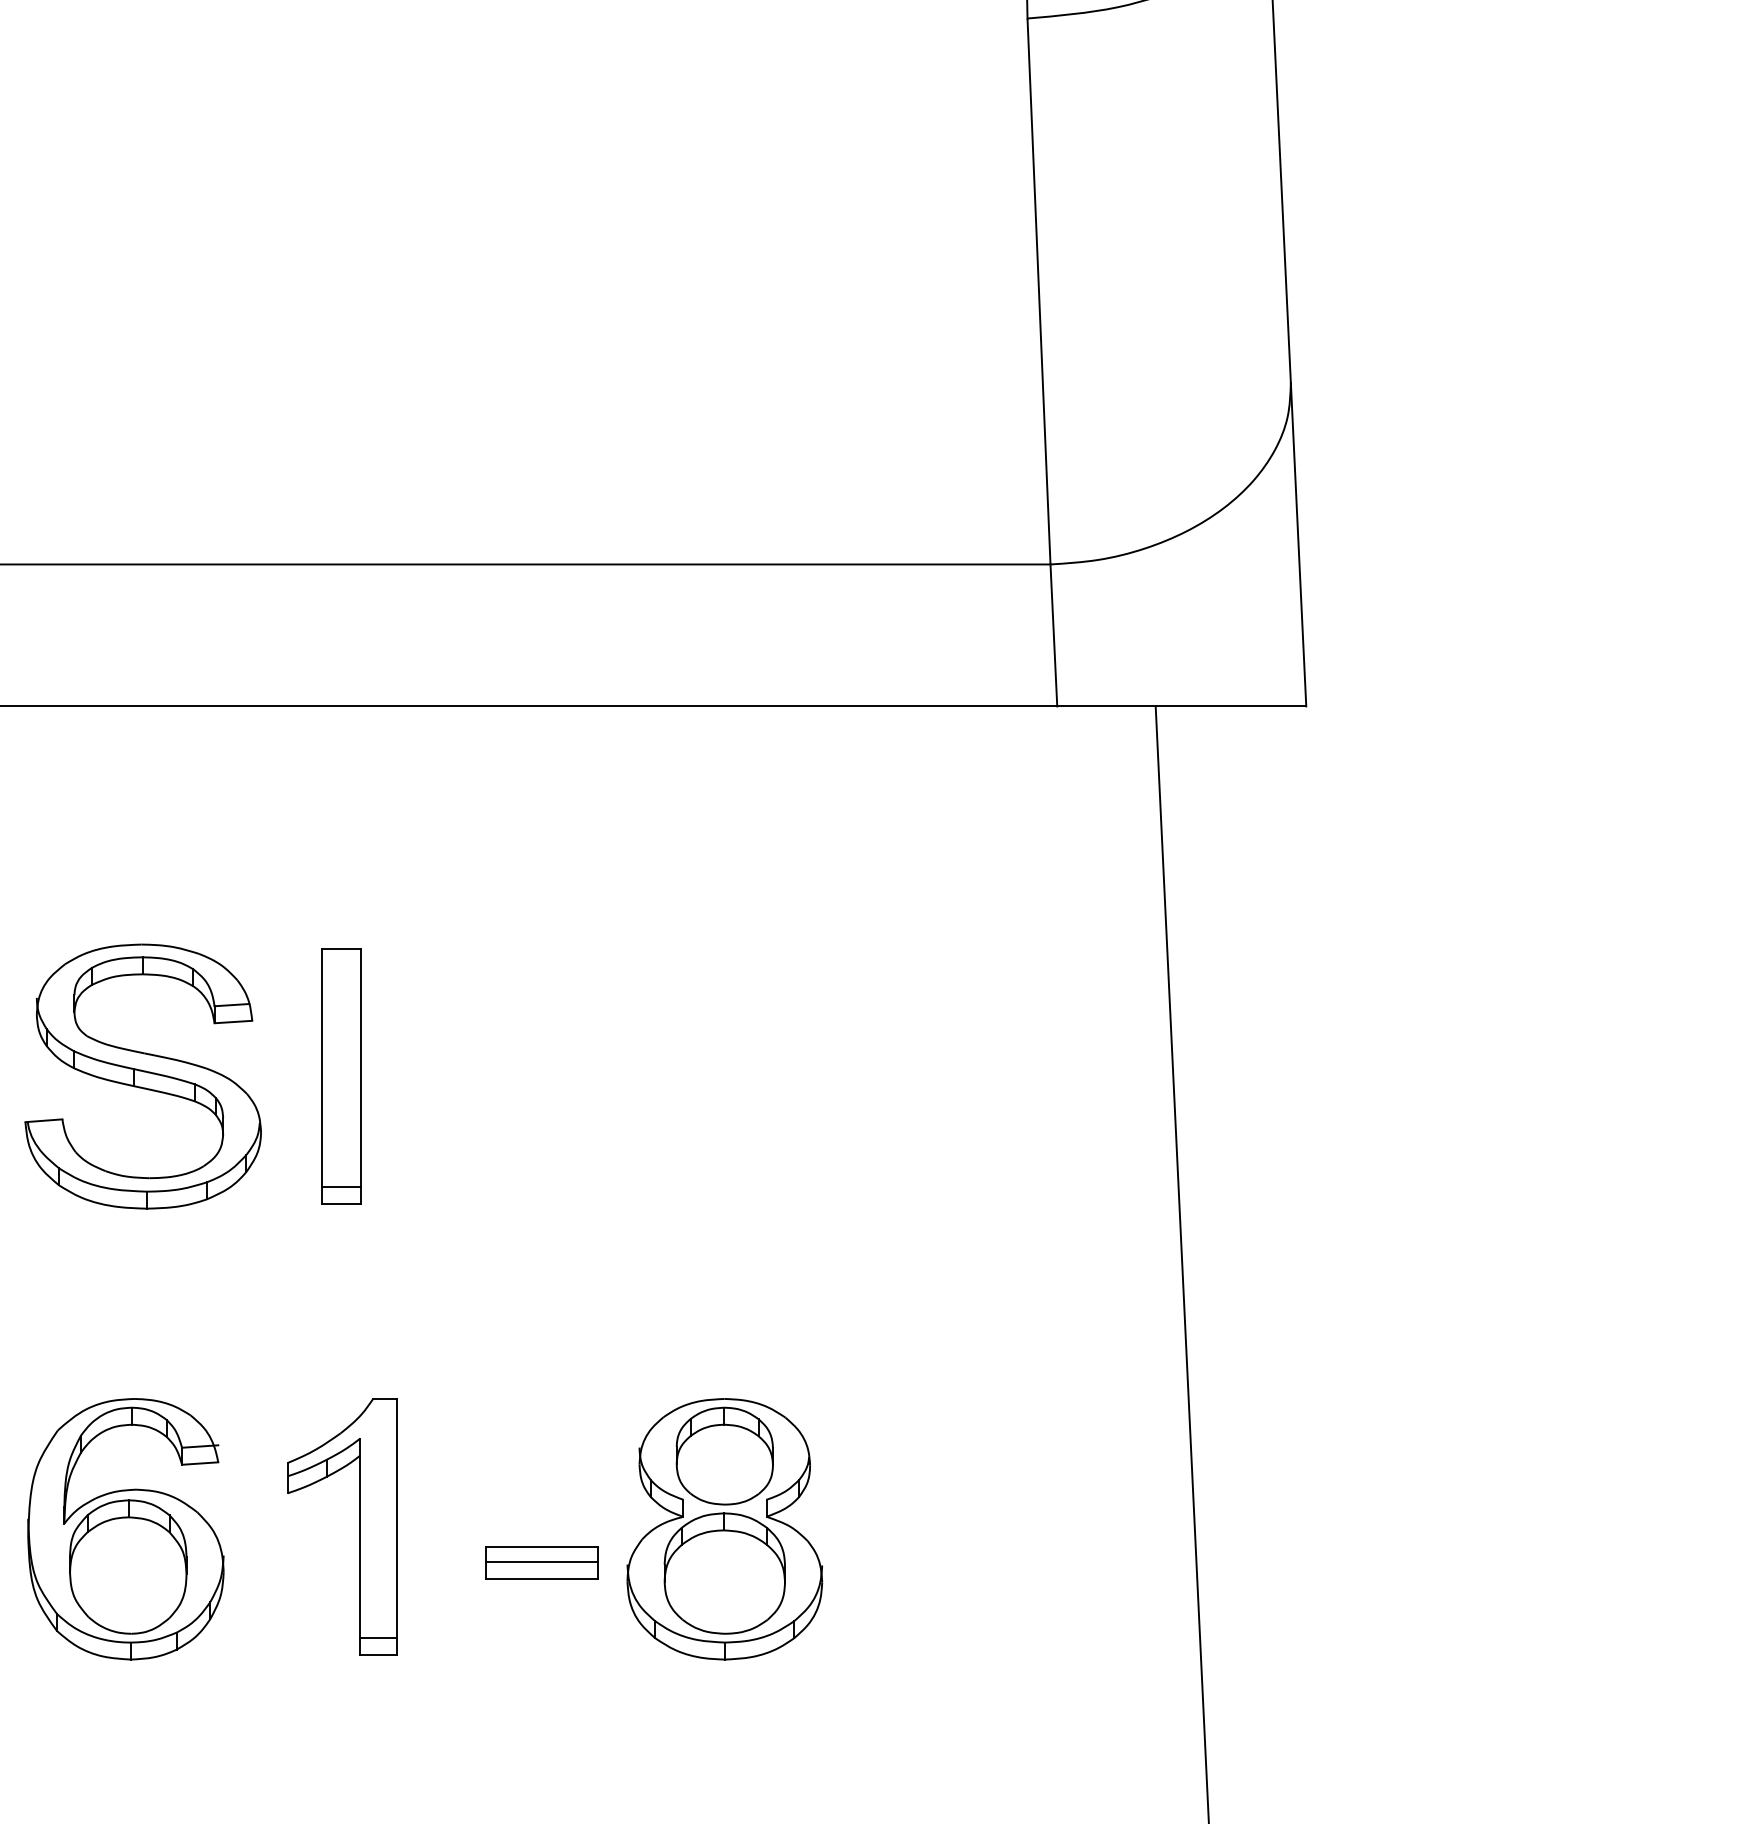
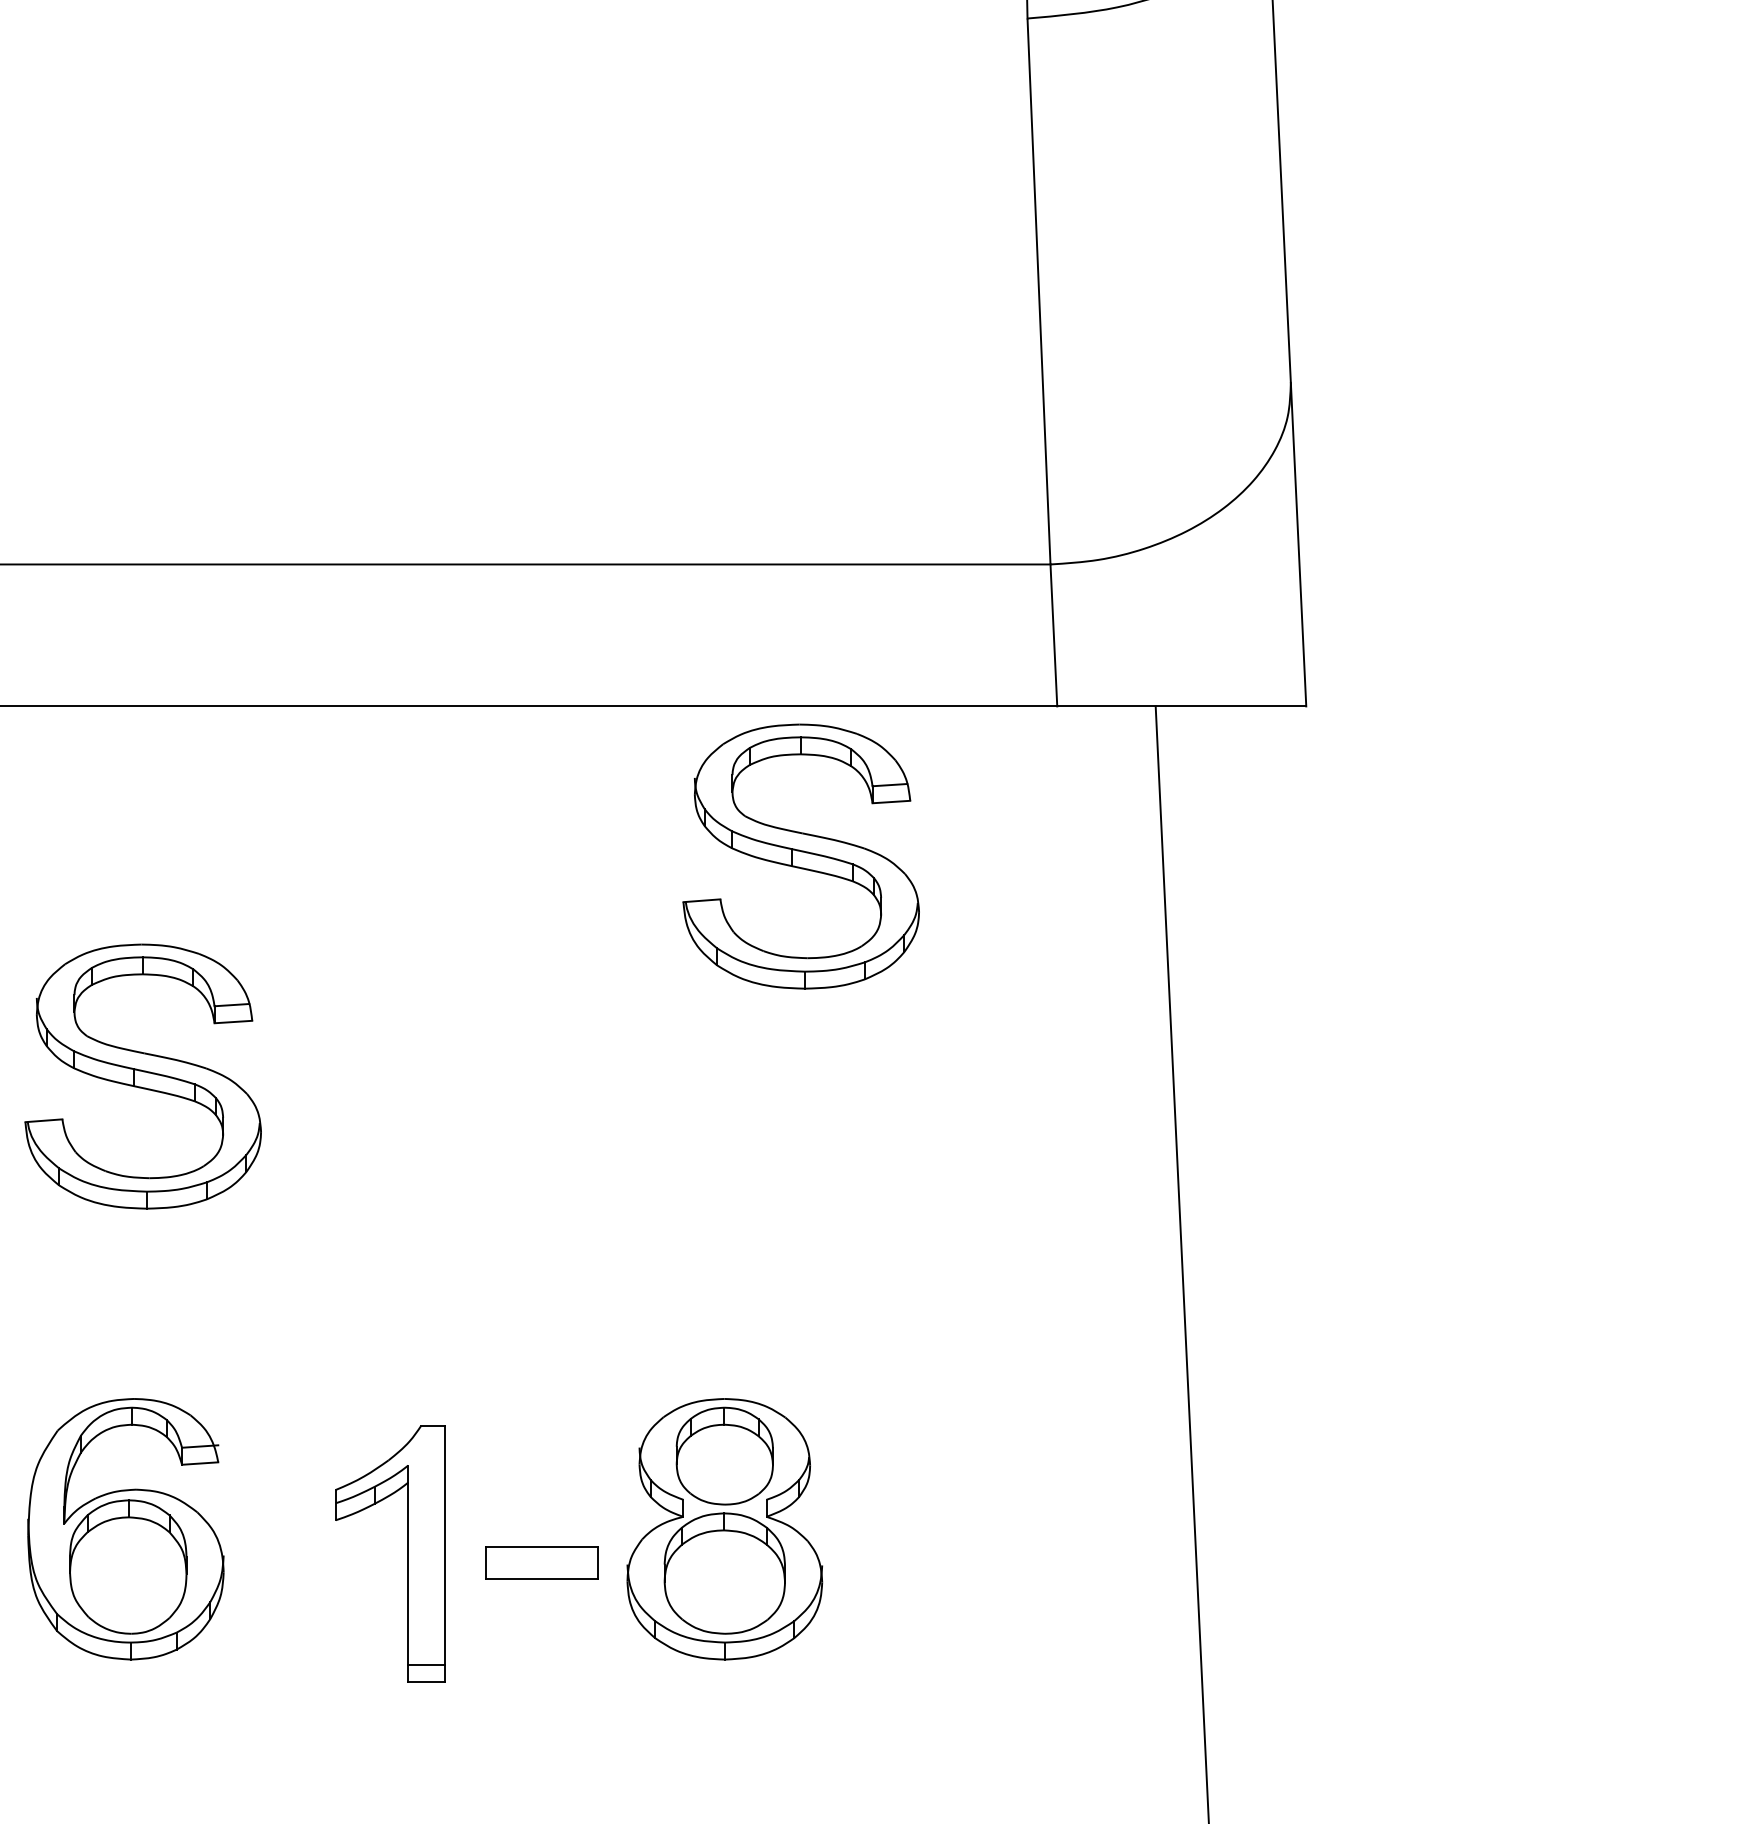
part at (800, 856): none -> present
part at (341, 1076): present -> none
part at (359, 1526) position: (359, 1526) -> (407, 1553)
line at (541, 1561): present -> none
